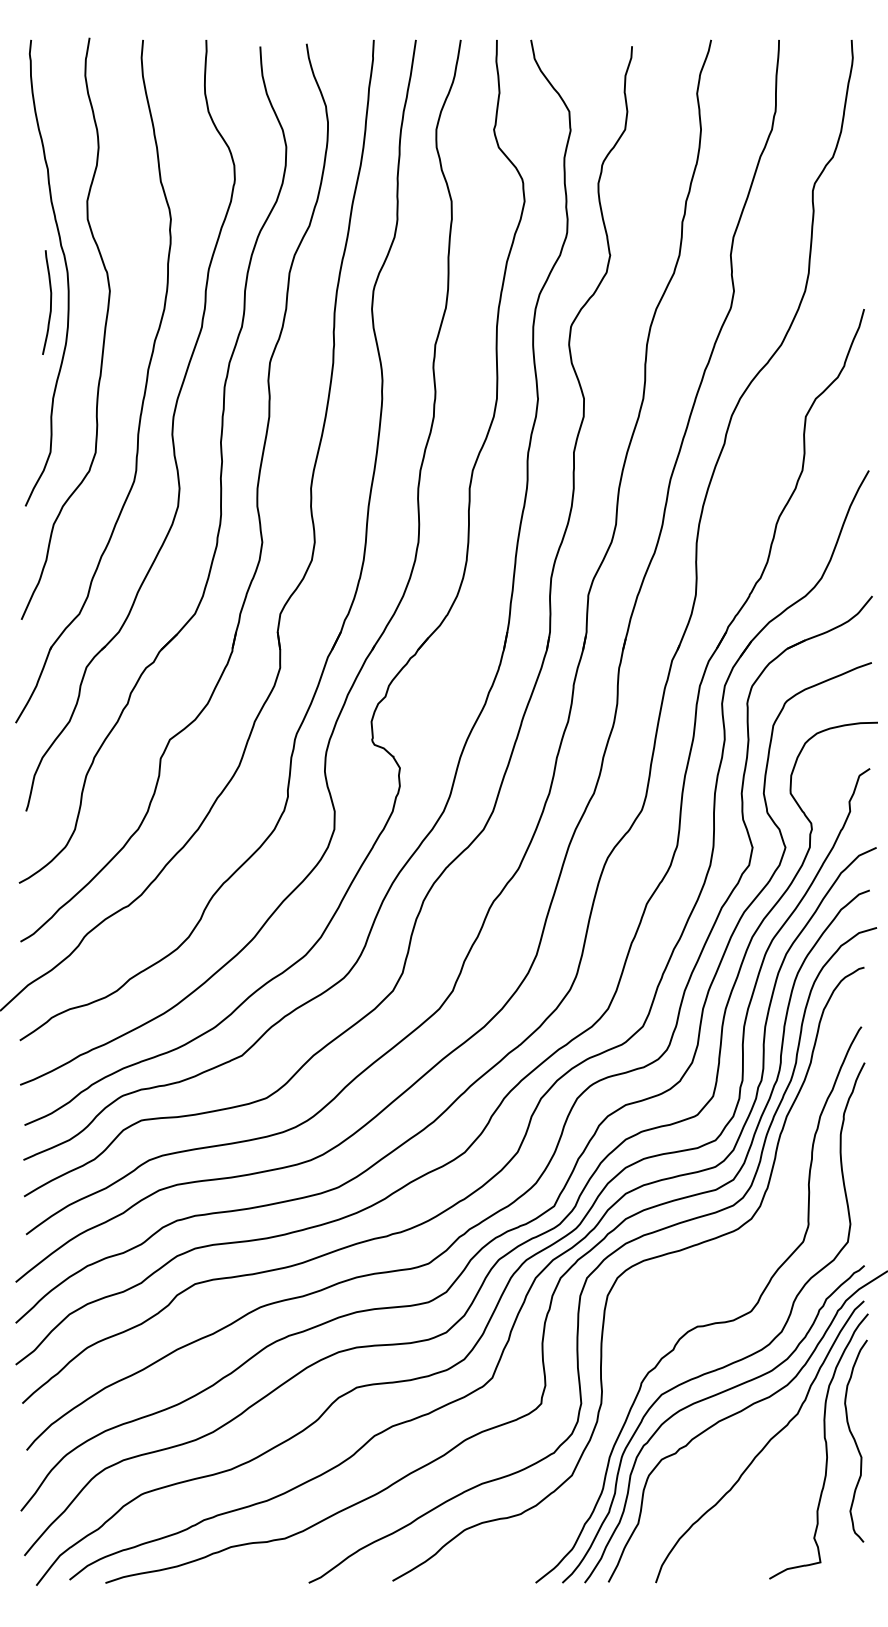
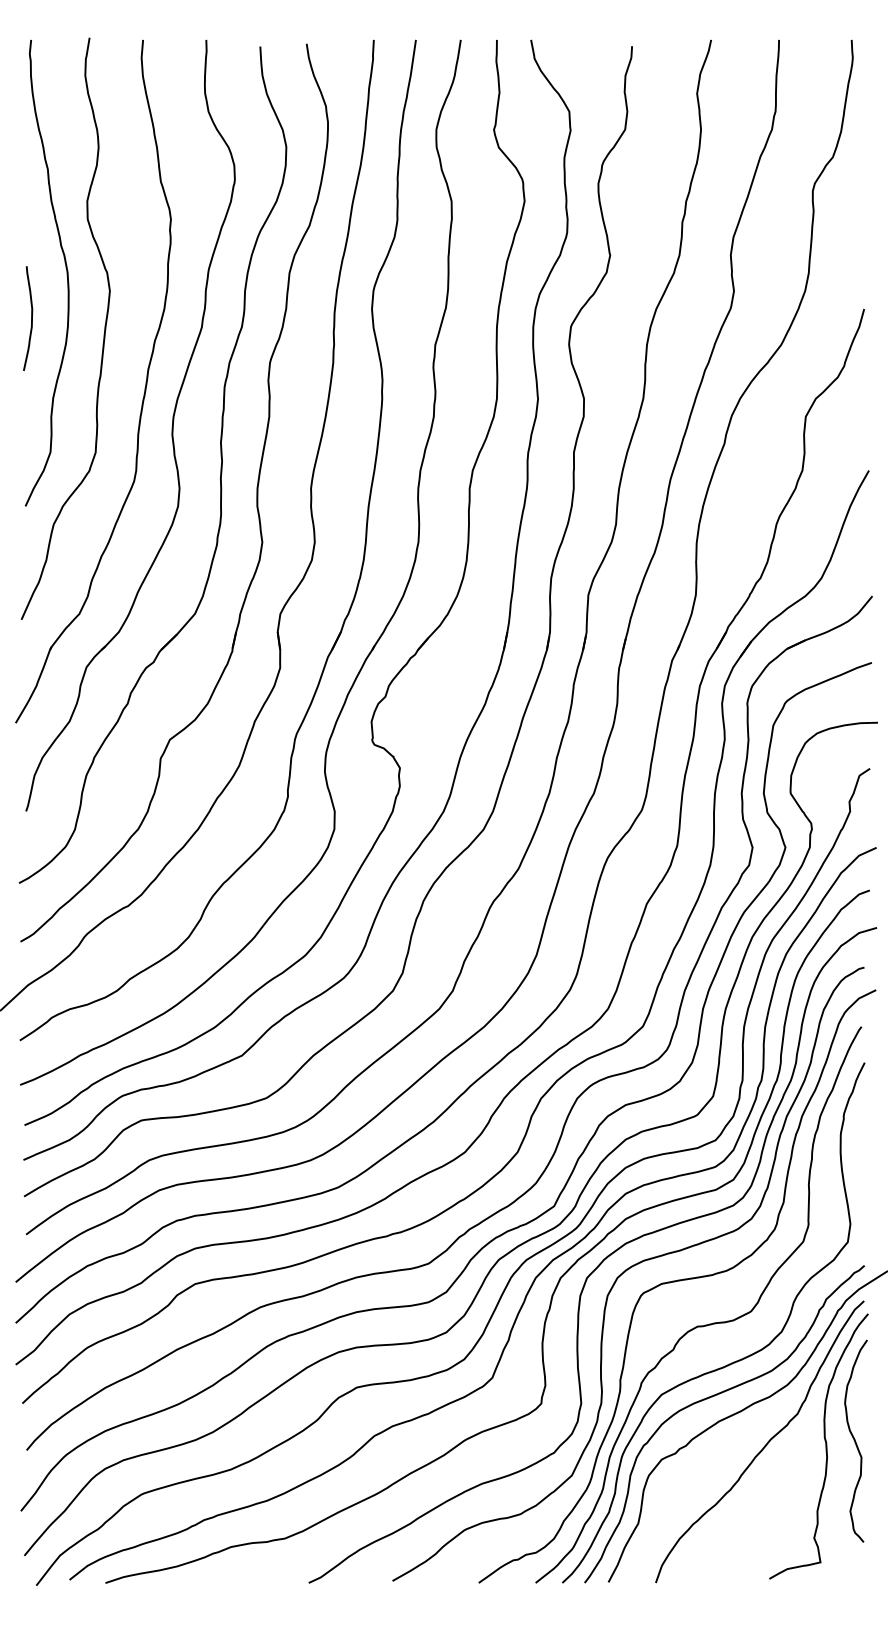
curve at (50, 302) position: (50, 302) -> (31, 318)
curve at (675, 1282): none -> present
